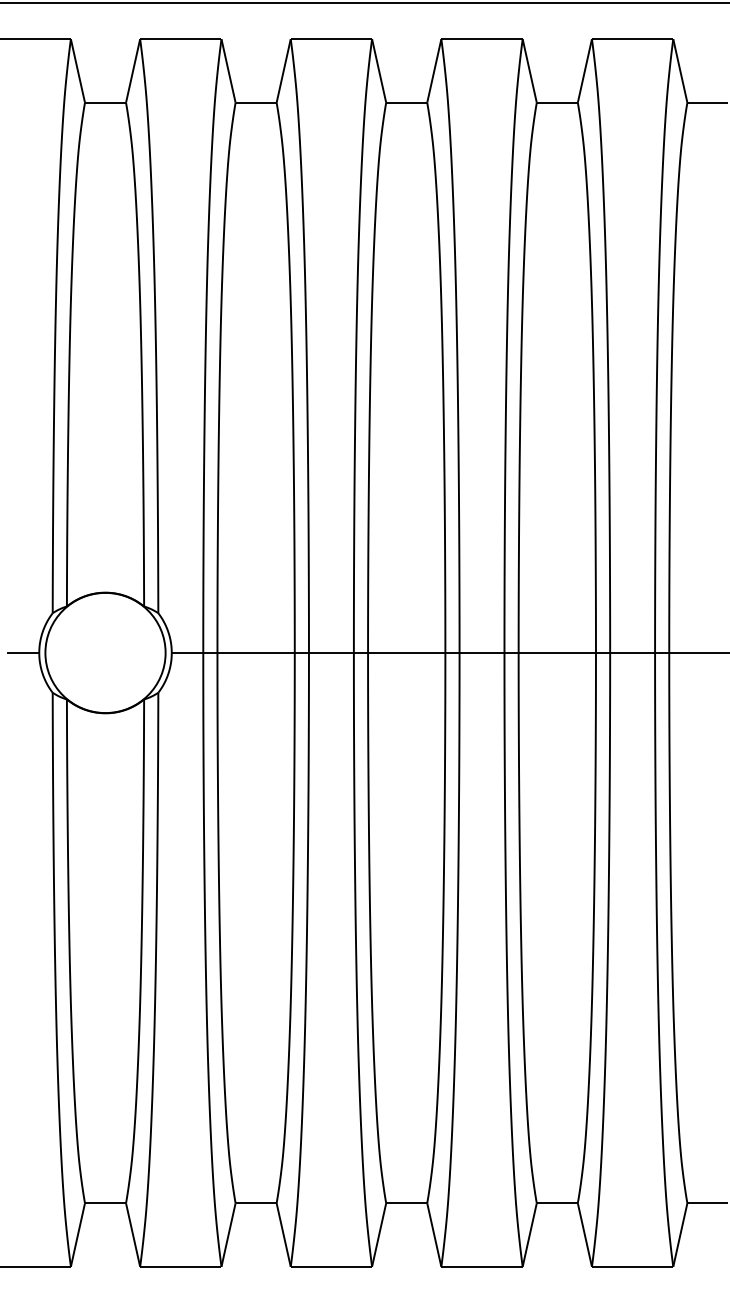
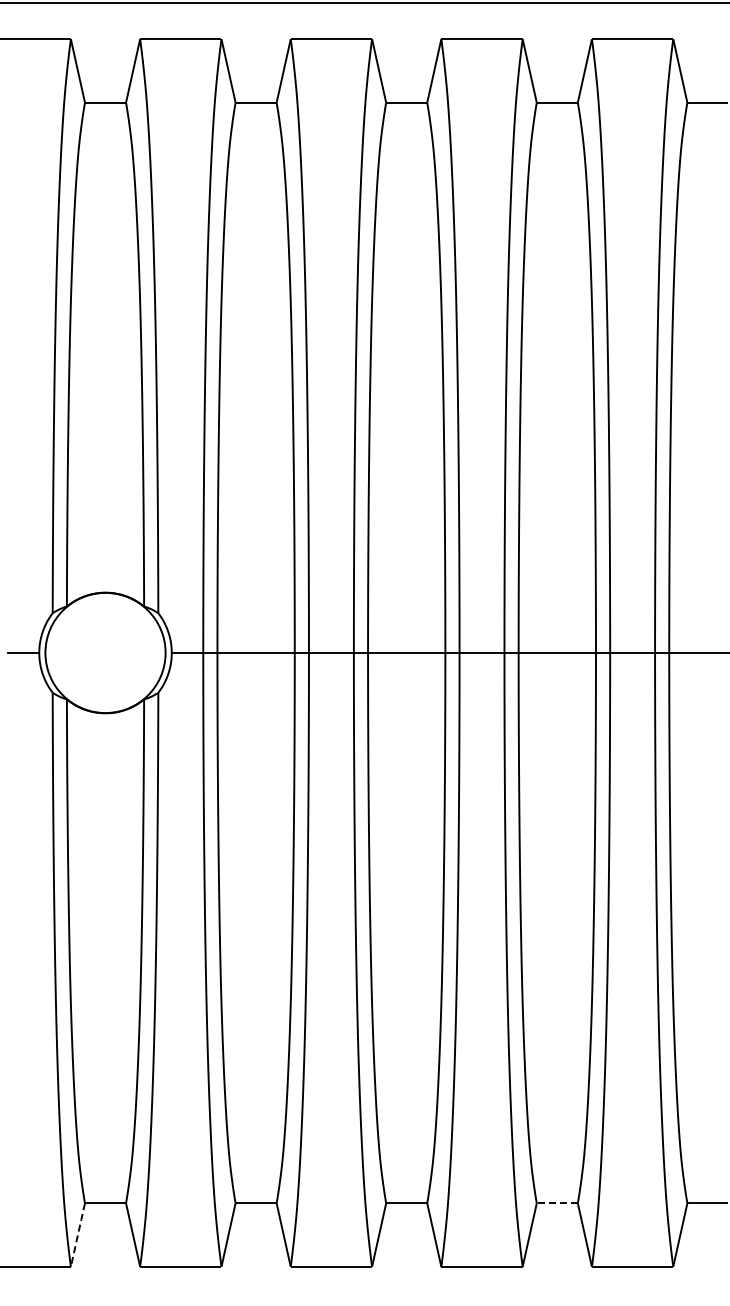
line at (556, 1203): solid -> dashed
line at (77, 1235): solid -> dashed
